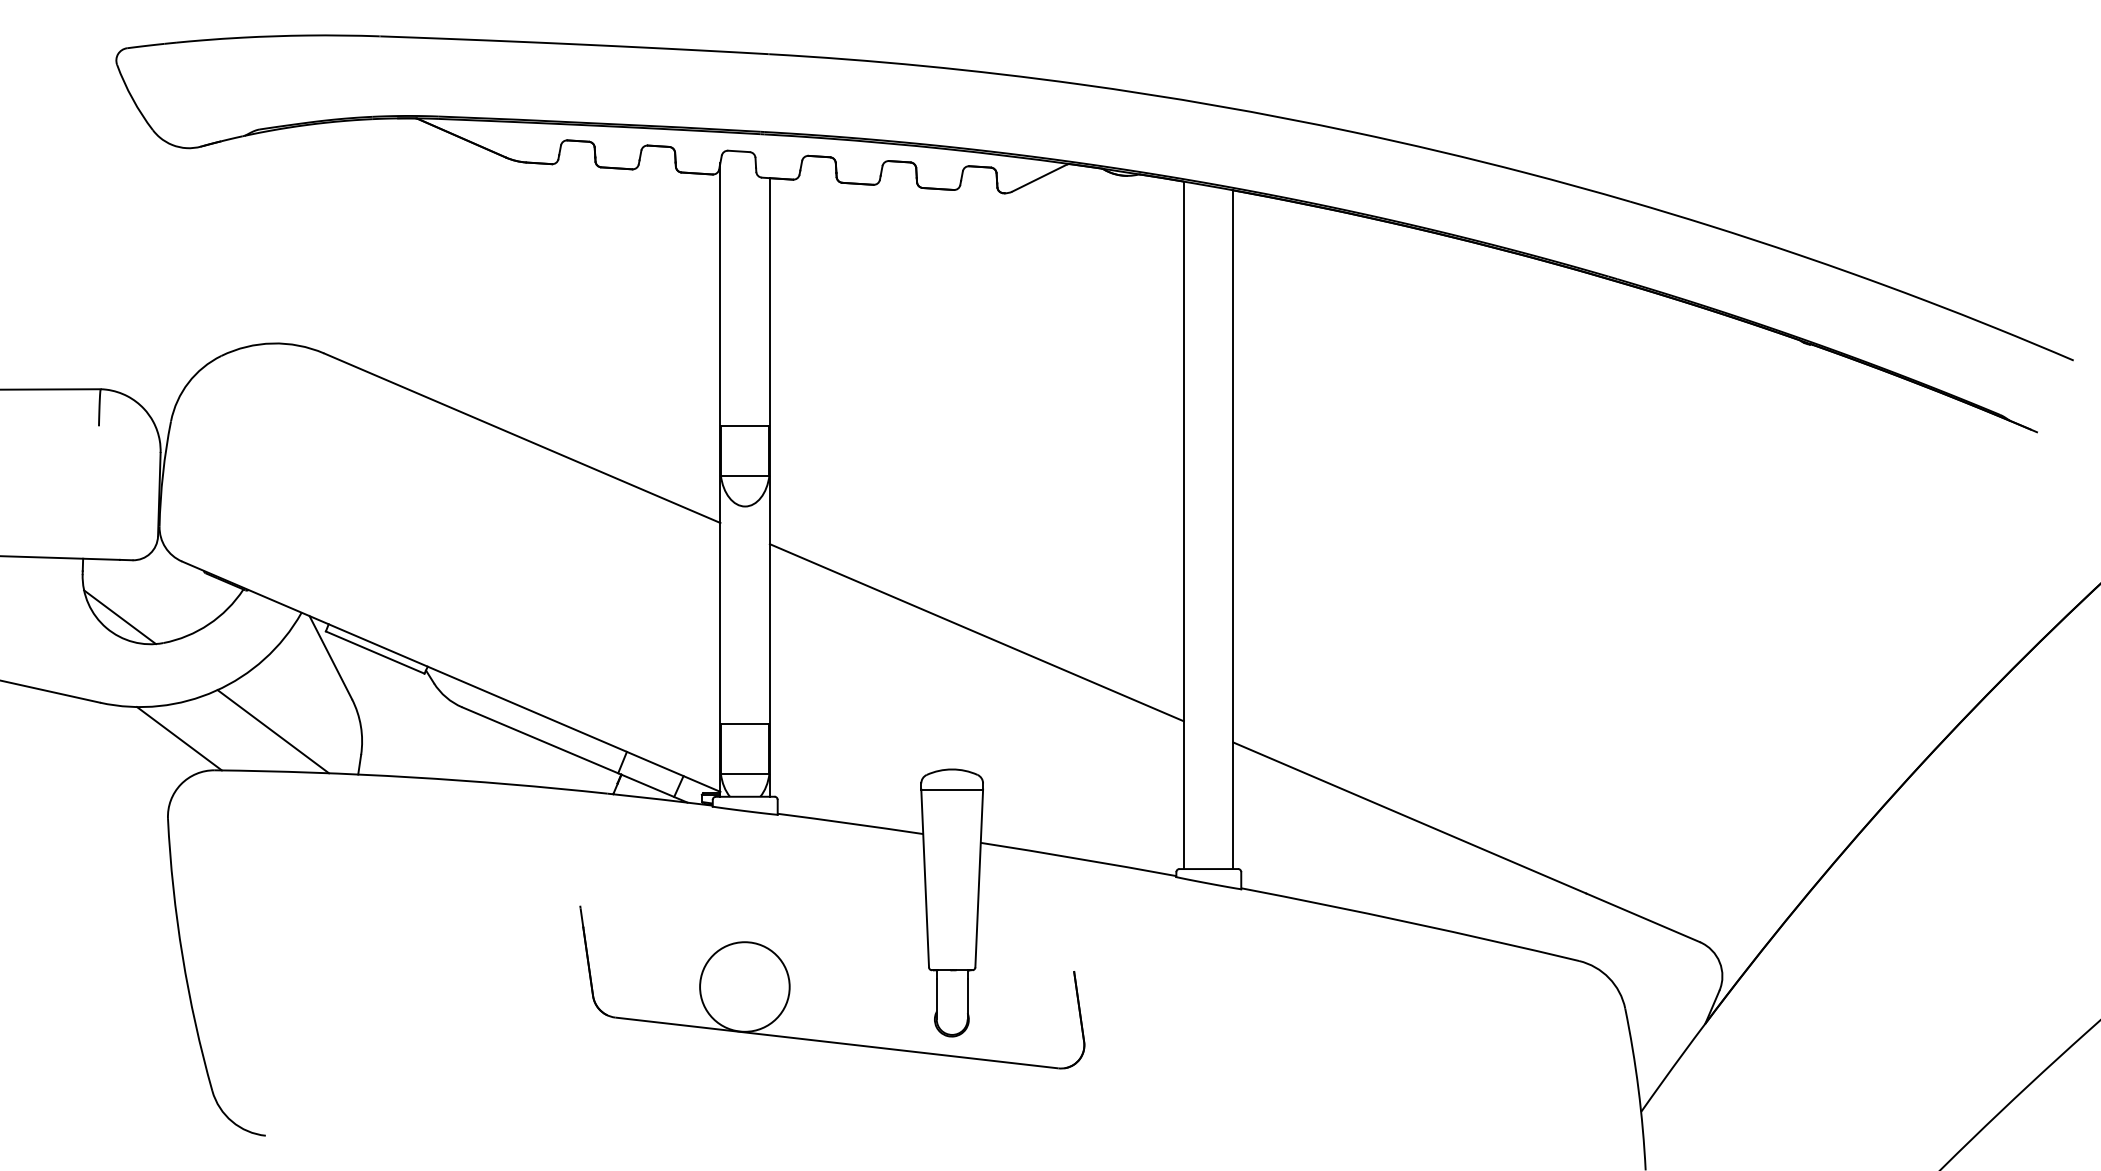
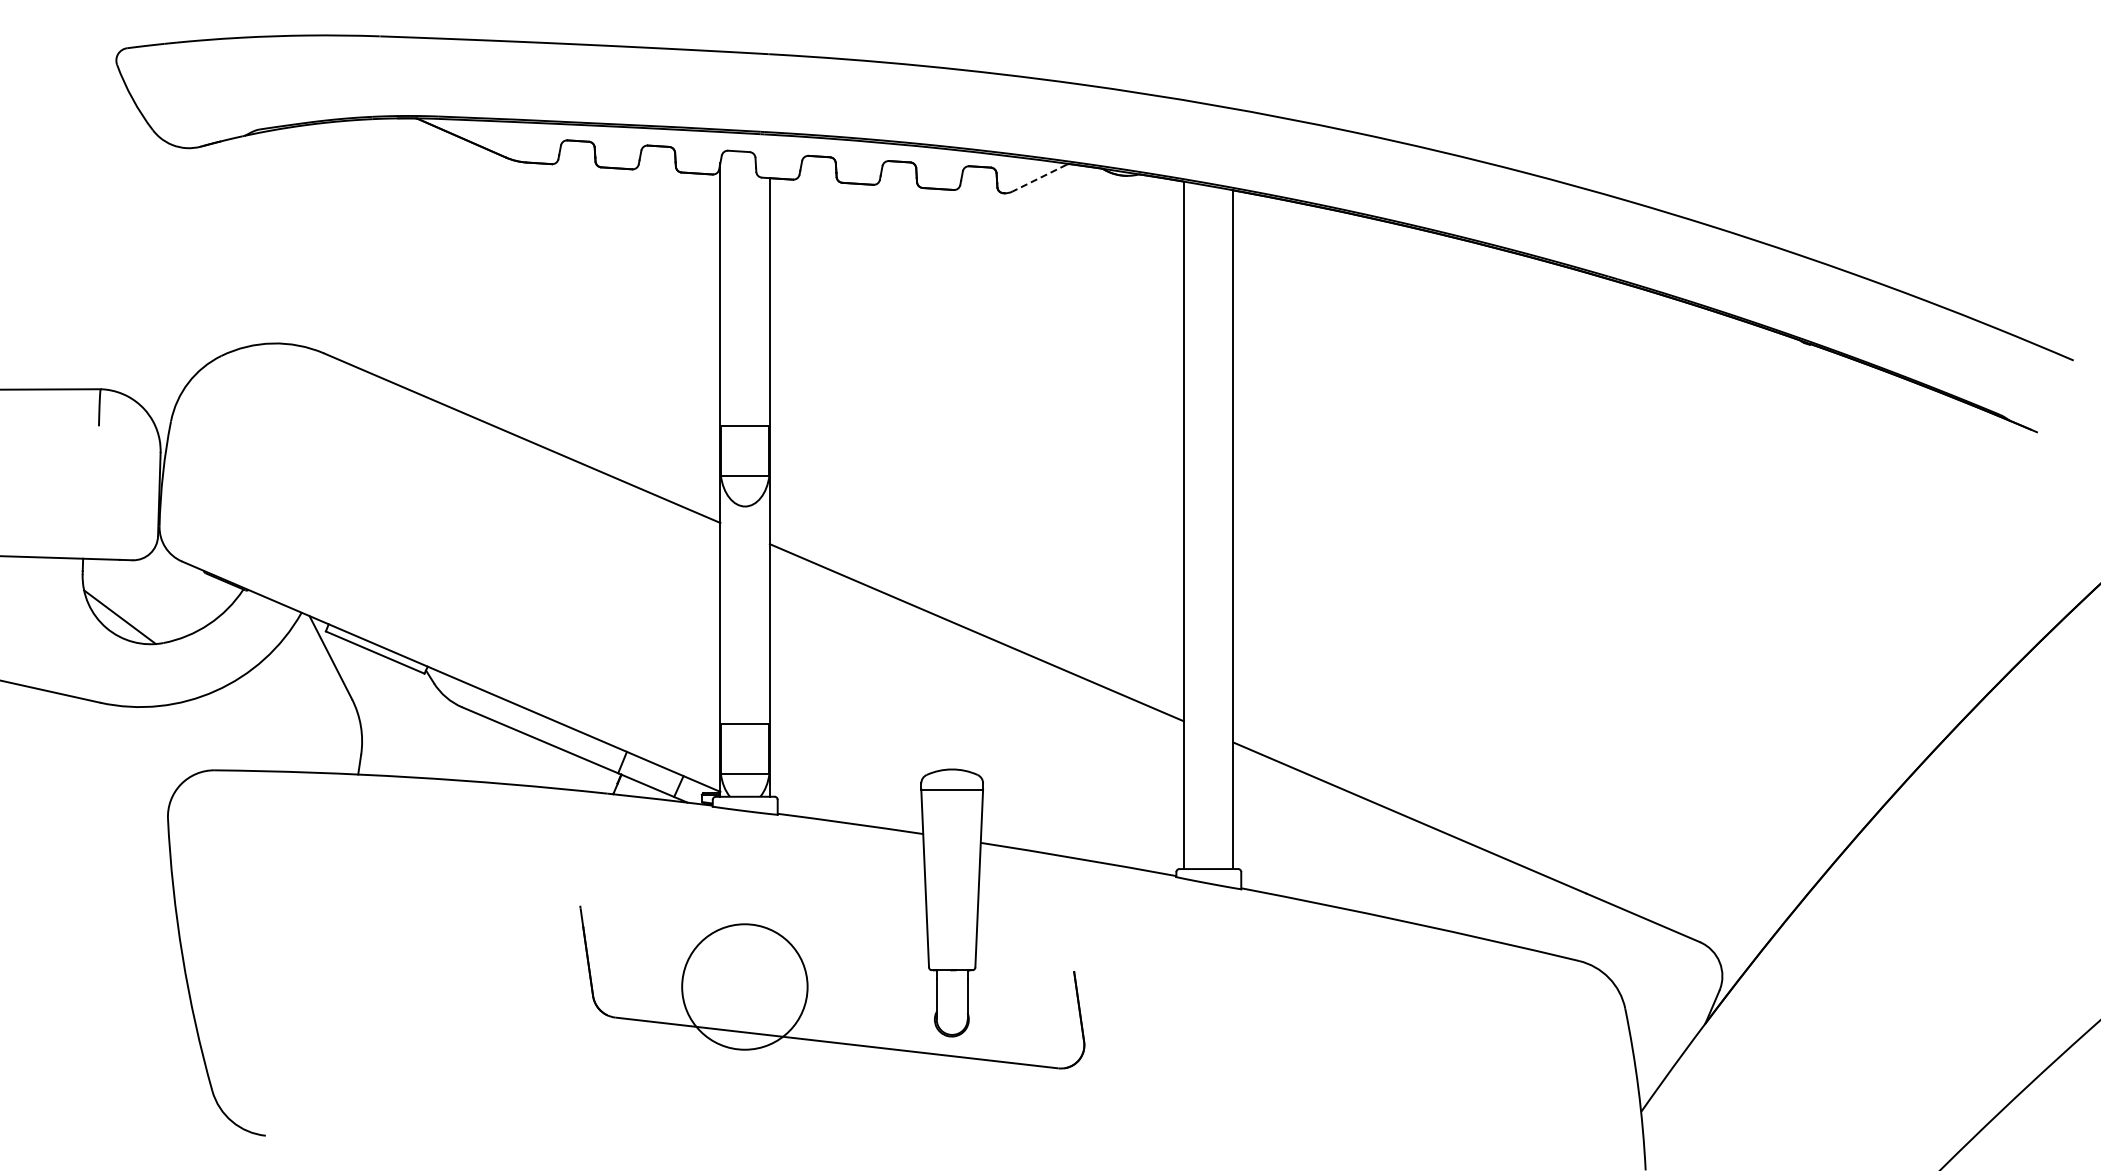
line at (1039, 178): solid -> dashed
line at (273, 731): present -> none
line at (179, 738): present -> none
circle at (744, 986) diameter: 90 px -> 125 px
